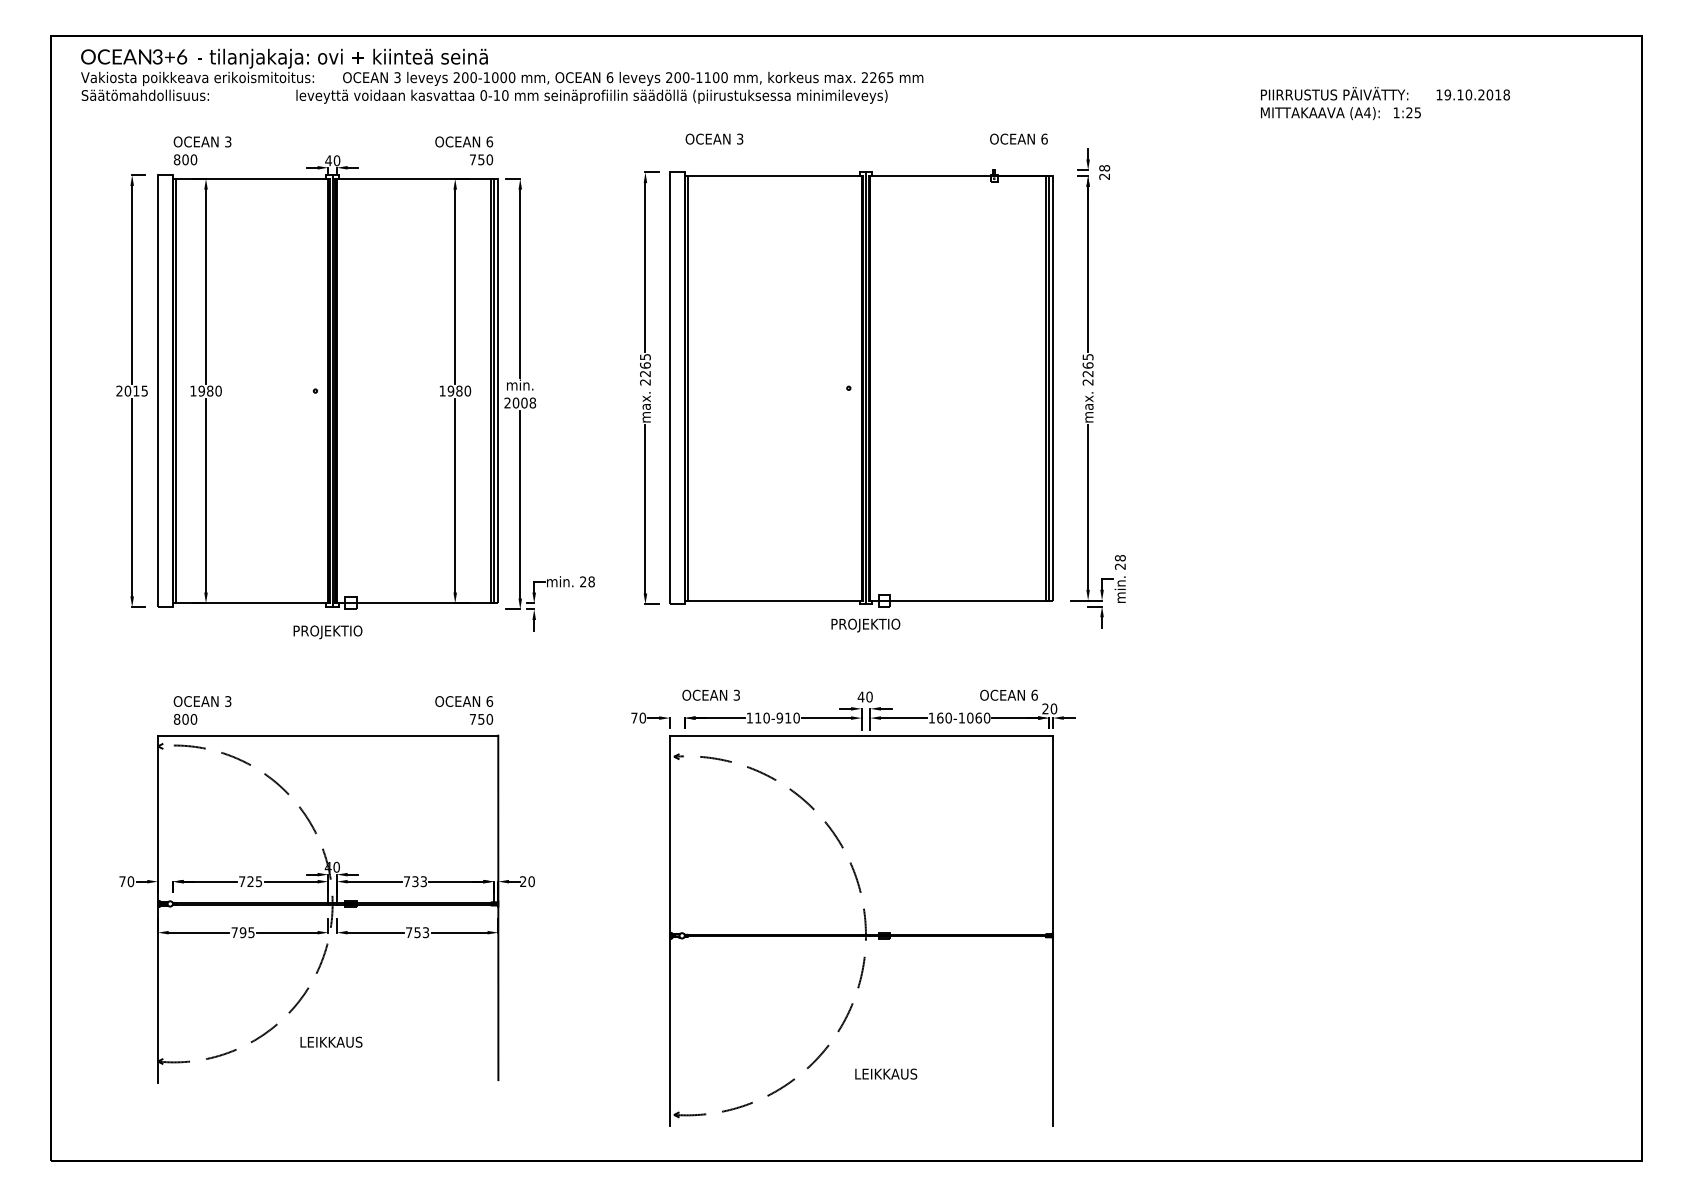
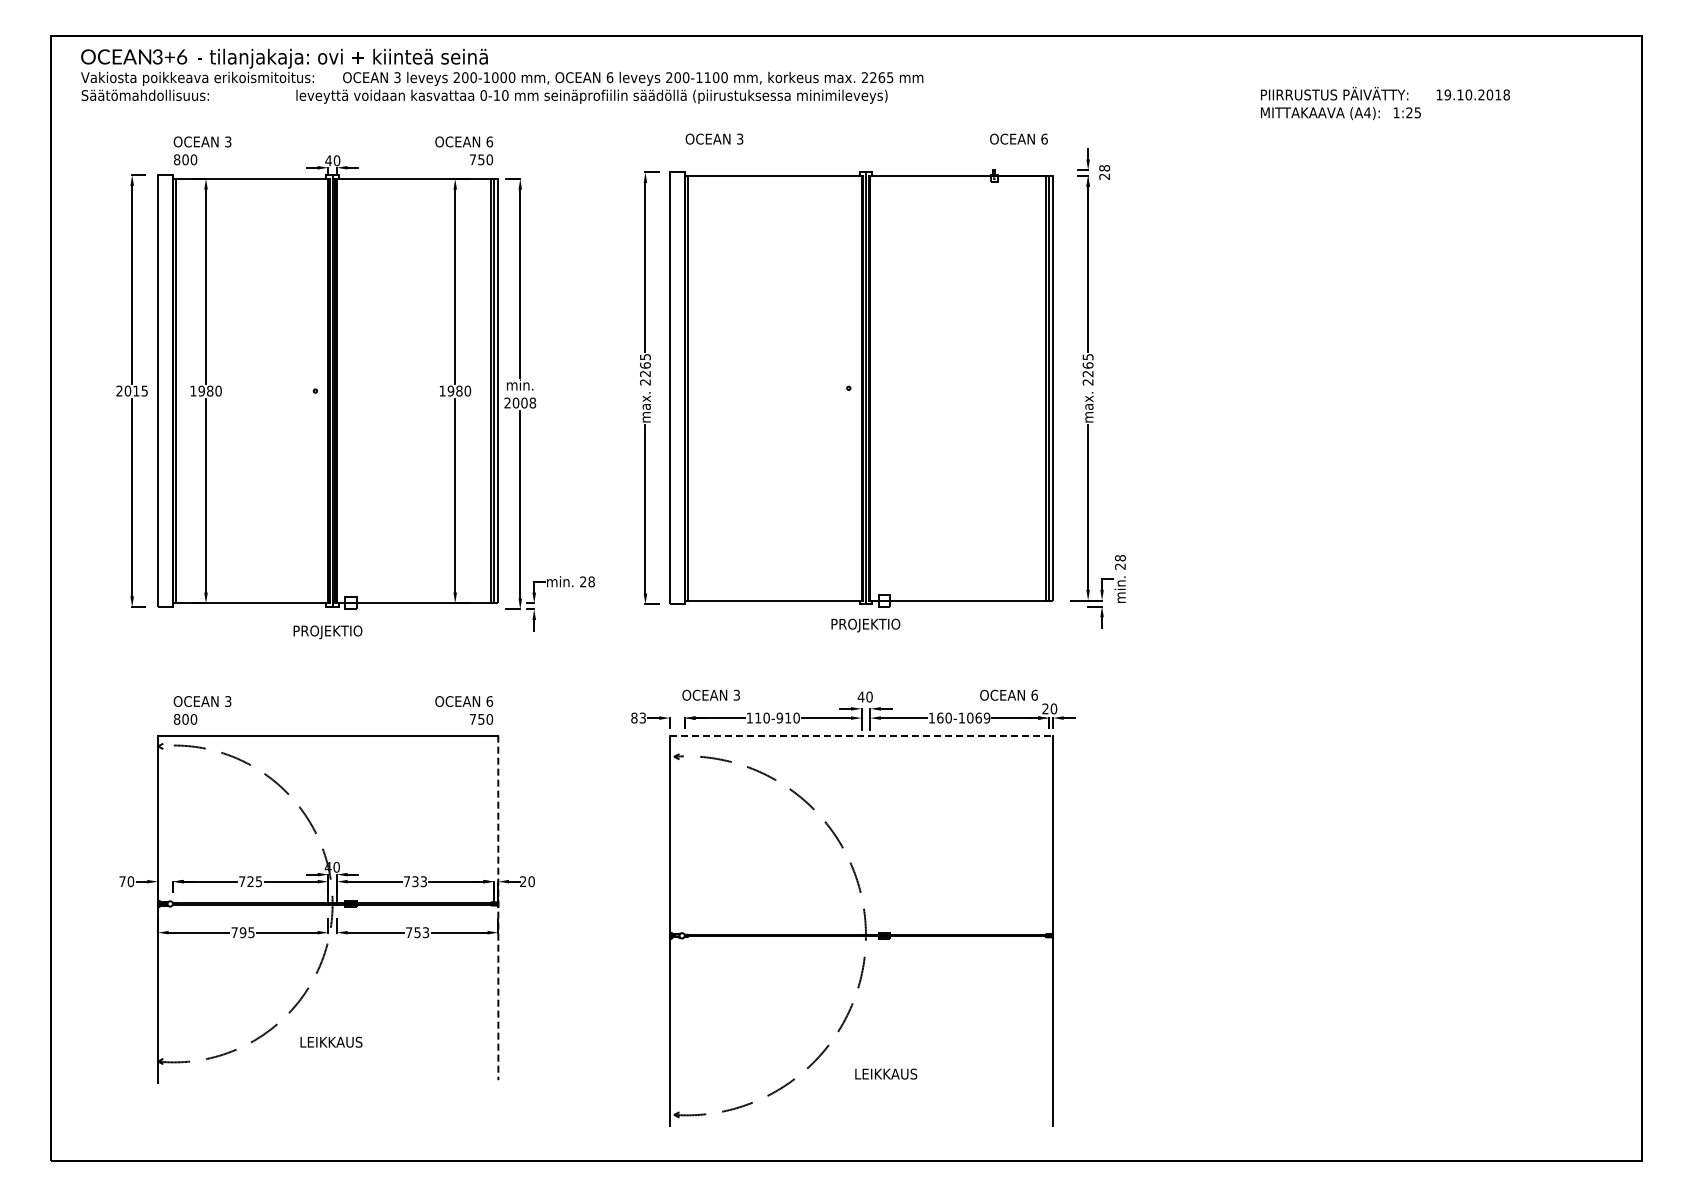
text at (638, 717): 70 -> 83
text at (986, 718): 160-1060 -> 160-1069
line at (861, 735): solid -> dashed
line at (498, 908): solid -> dashed
